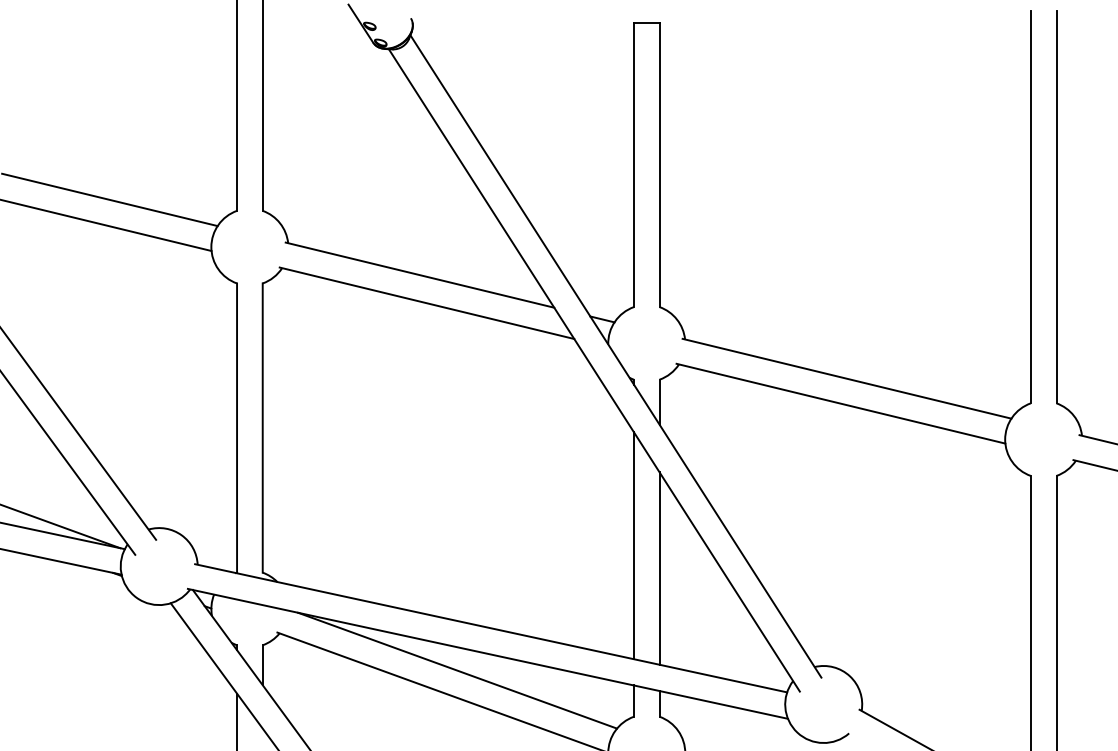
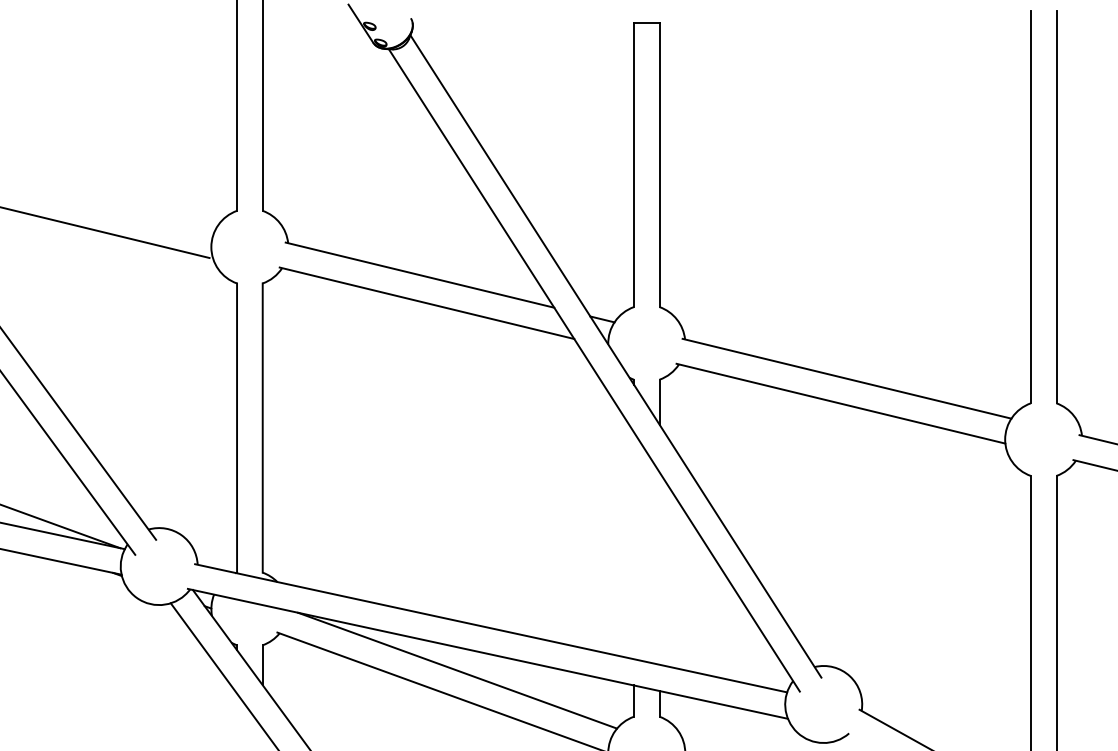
line at (109, 199): present -> none
line at (106, 225) position: (106, 225) -> (105, 232)
line at (633, 545): present -> none
line at (659, 568): present -> none
line at (237, 720): present -> none
